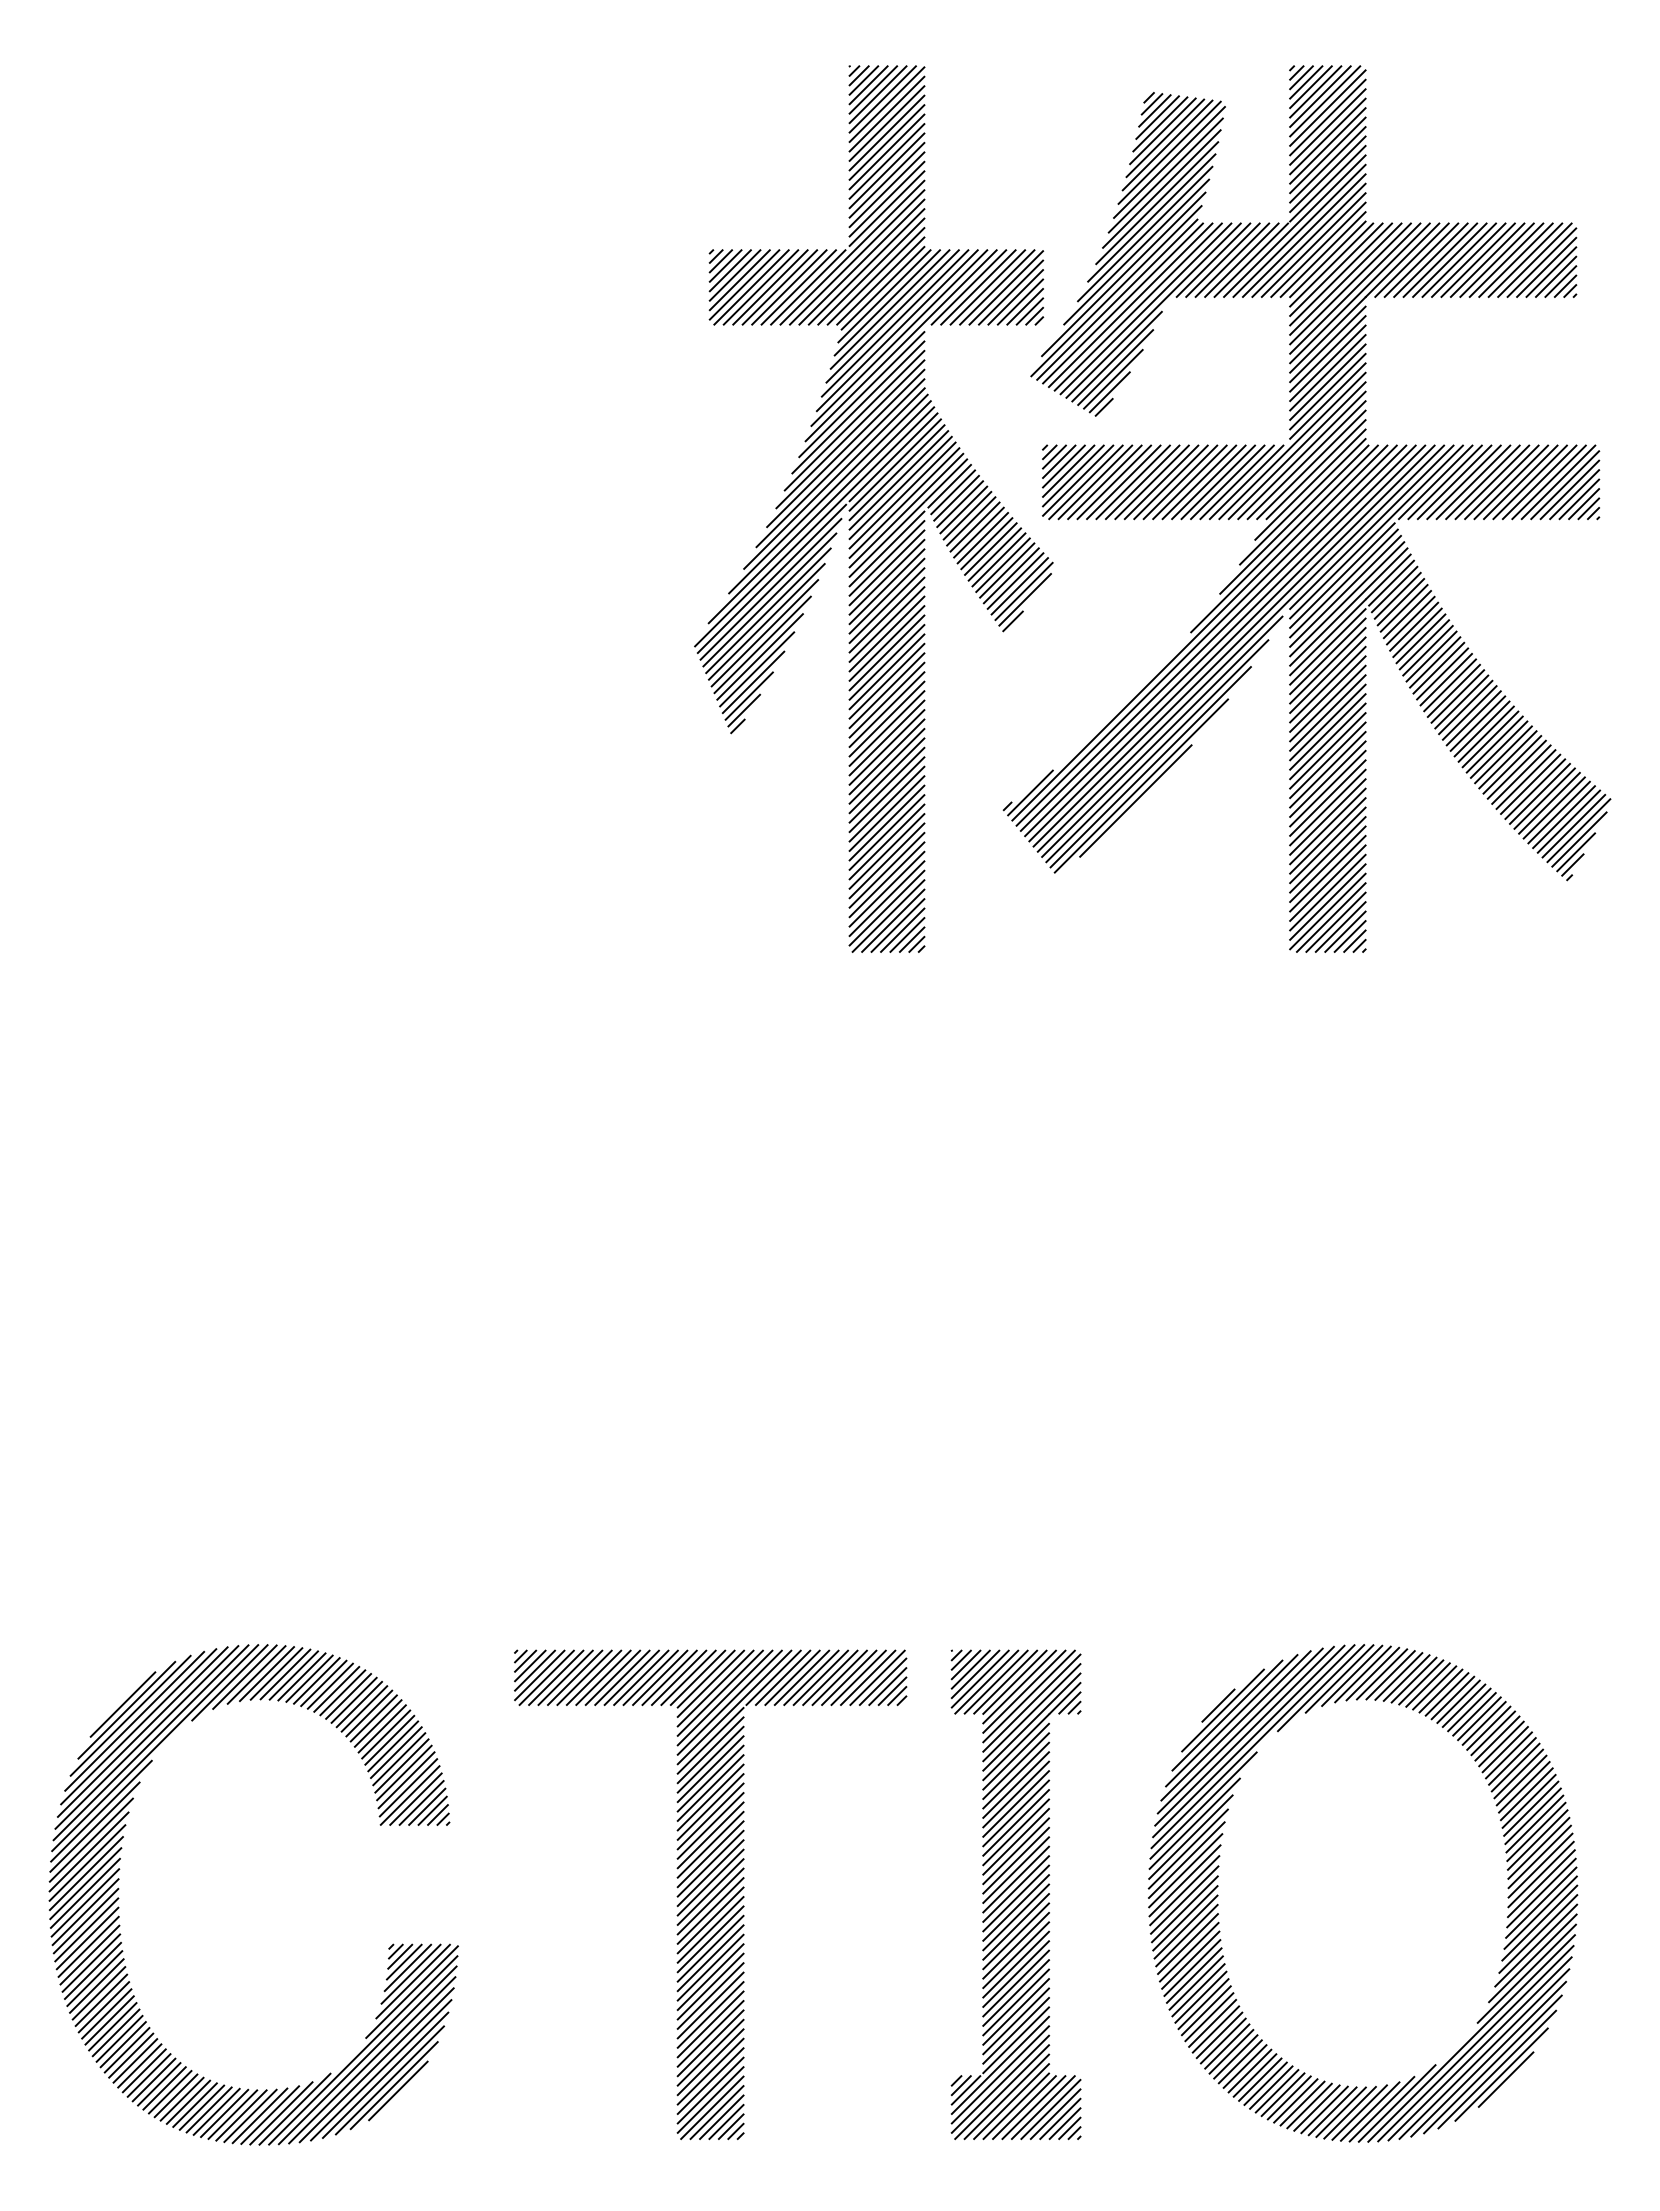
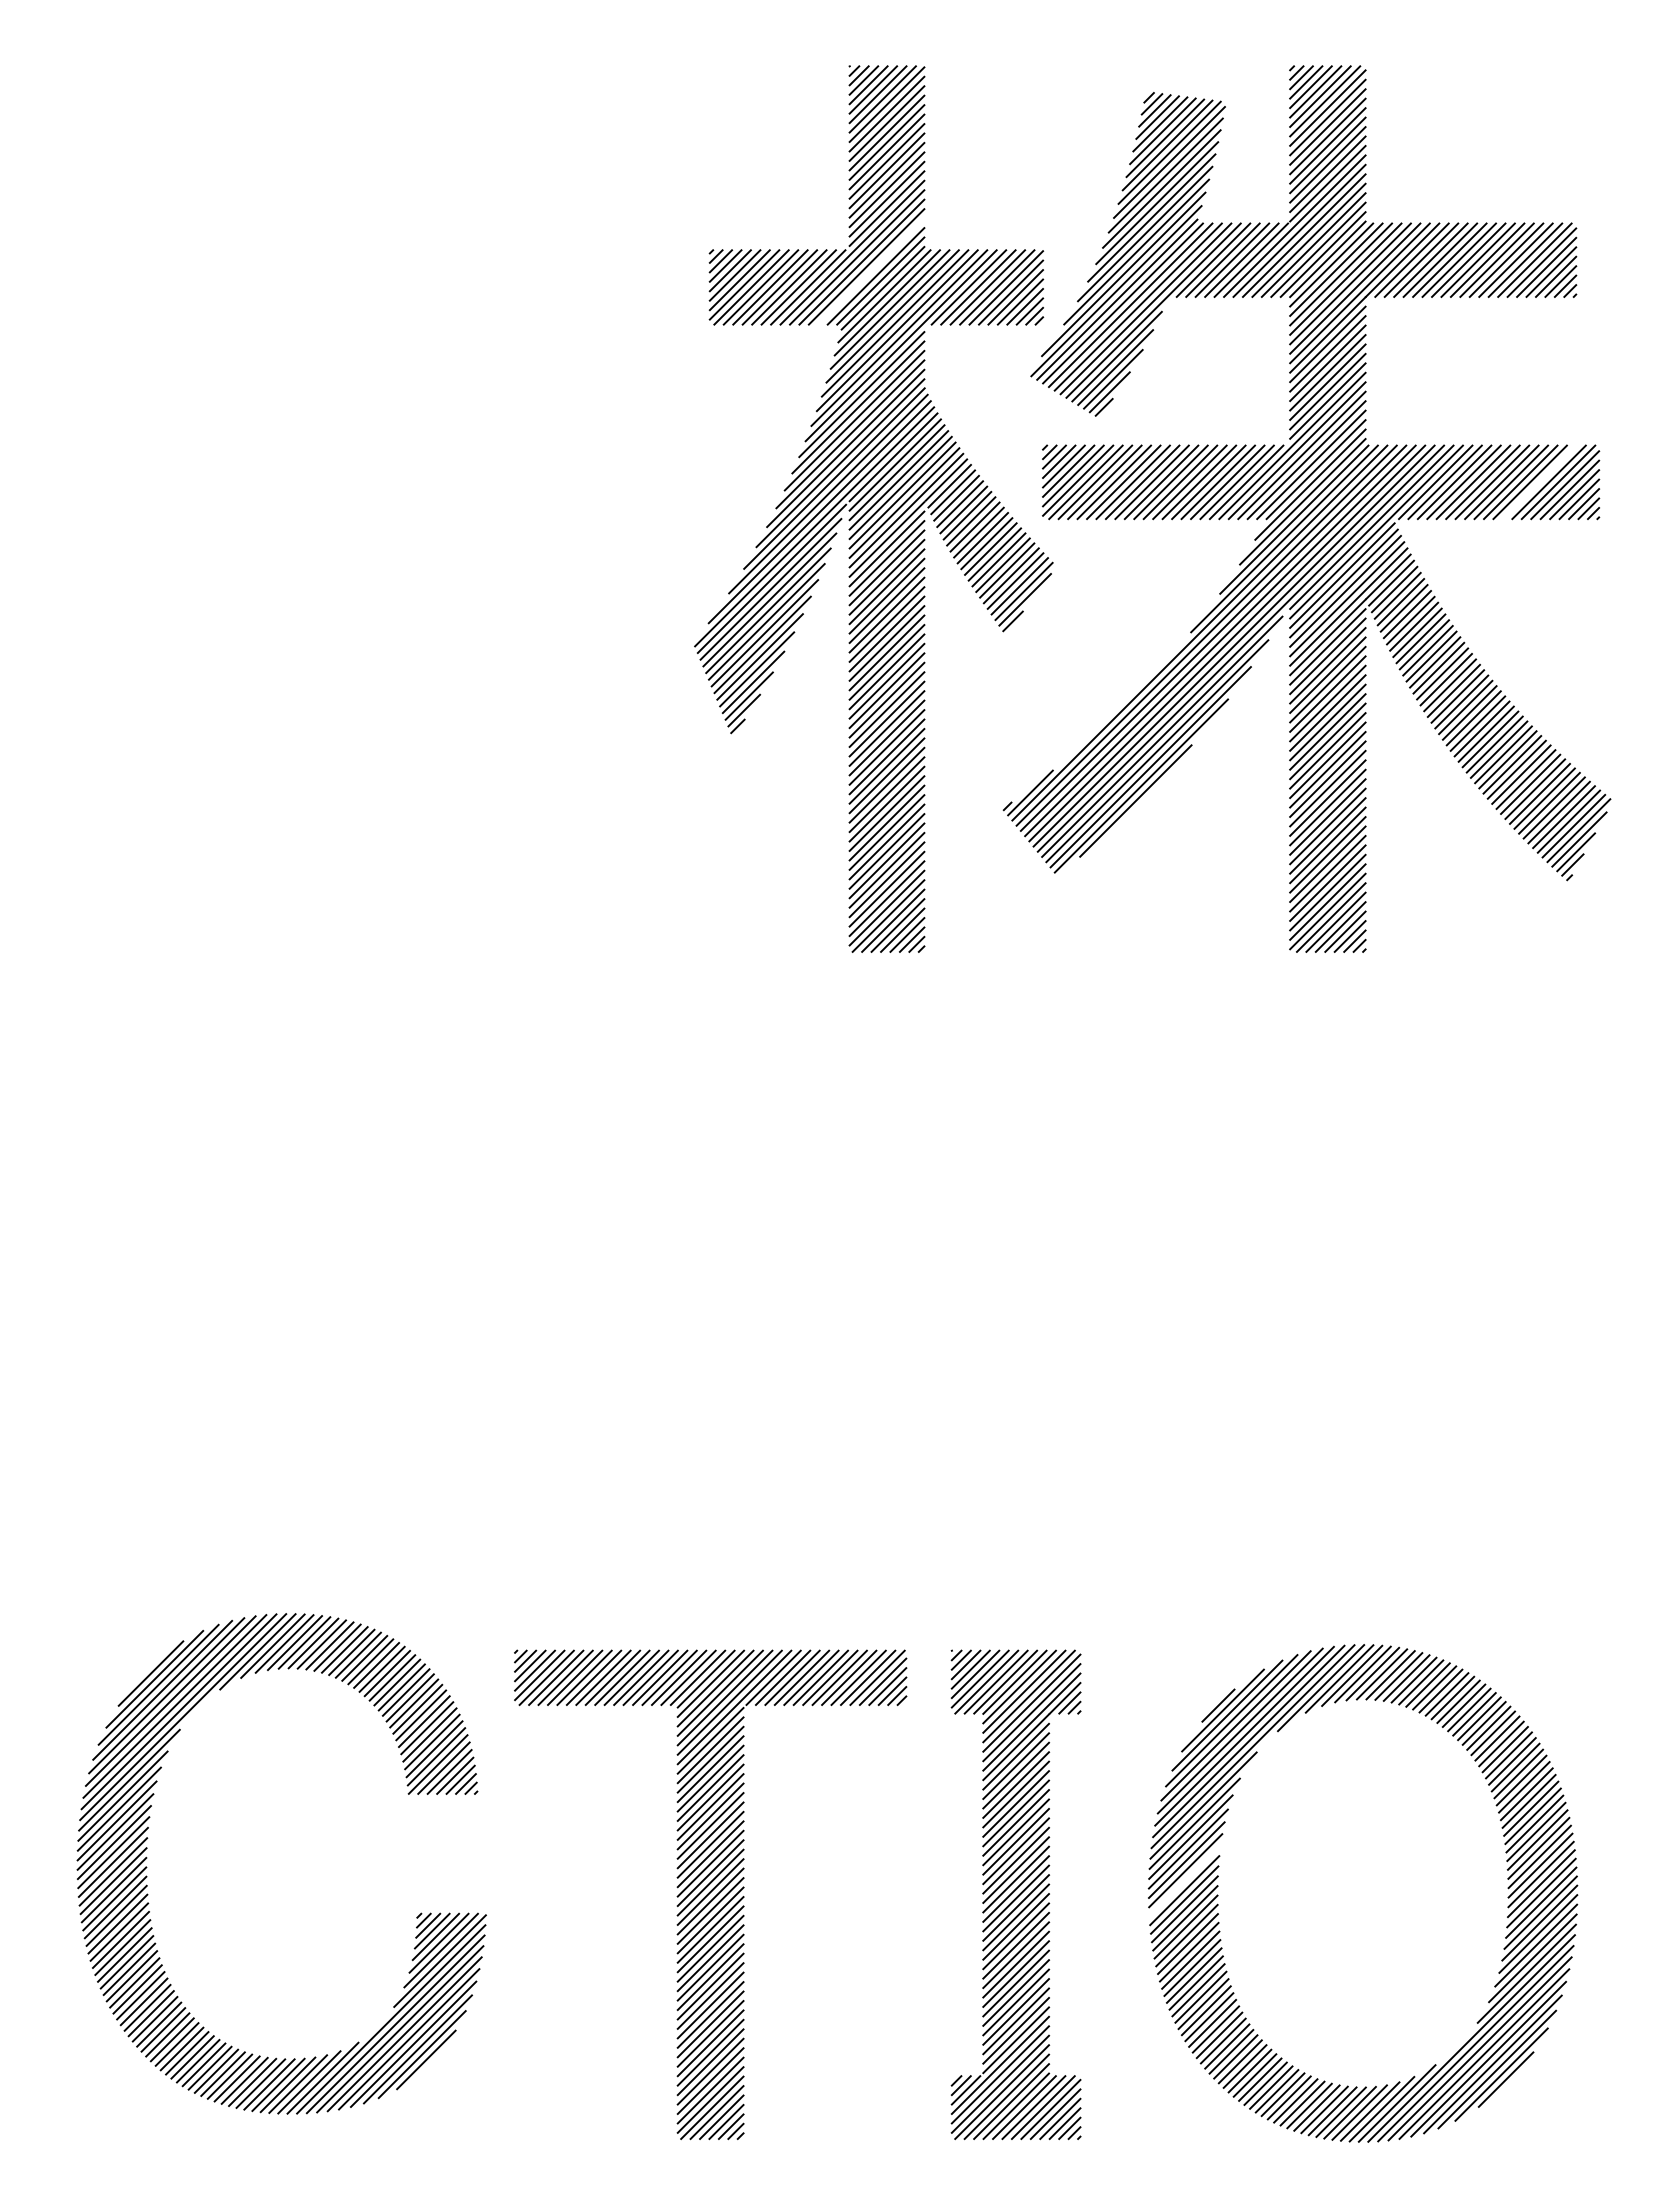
line at (871, 271): present -> none
line at (1539, 482): present -> none
line at (1184, 1880): present -> none
part at (119, 1898) position: (119, 1898) -> (147, 1867)
